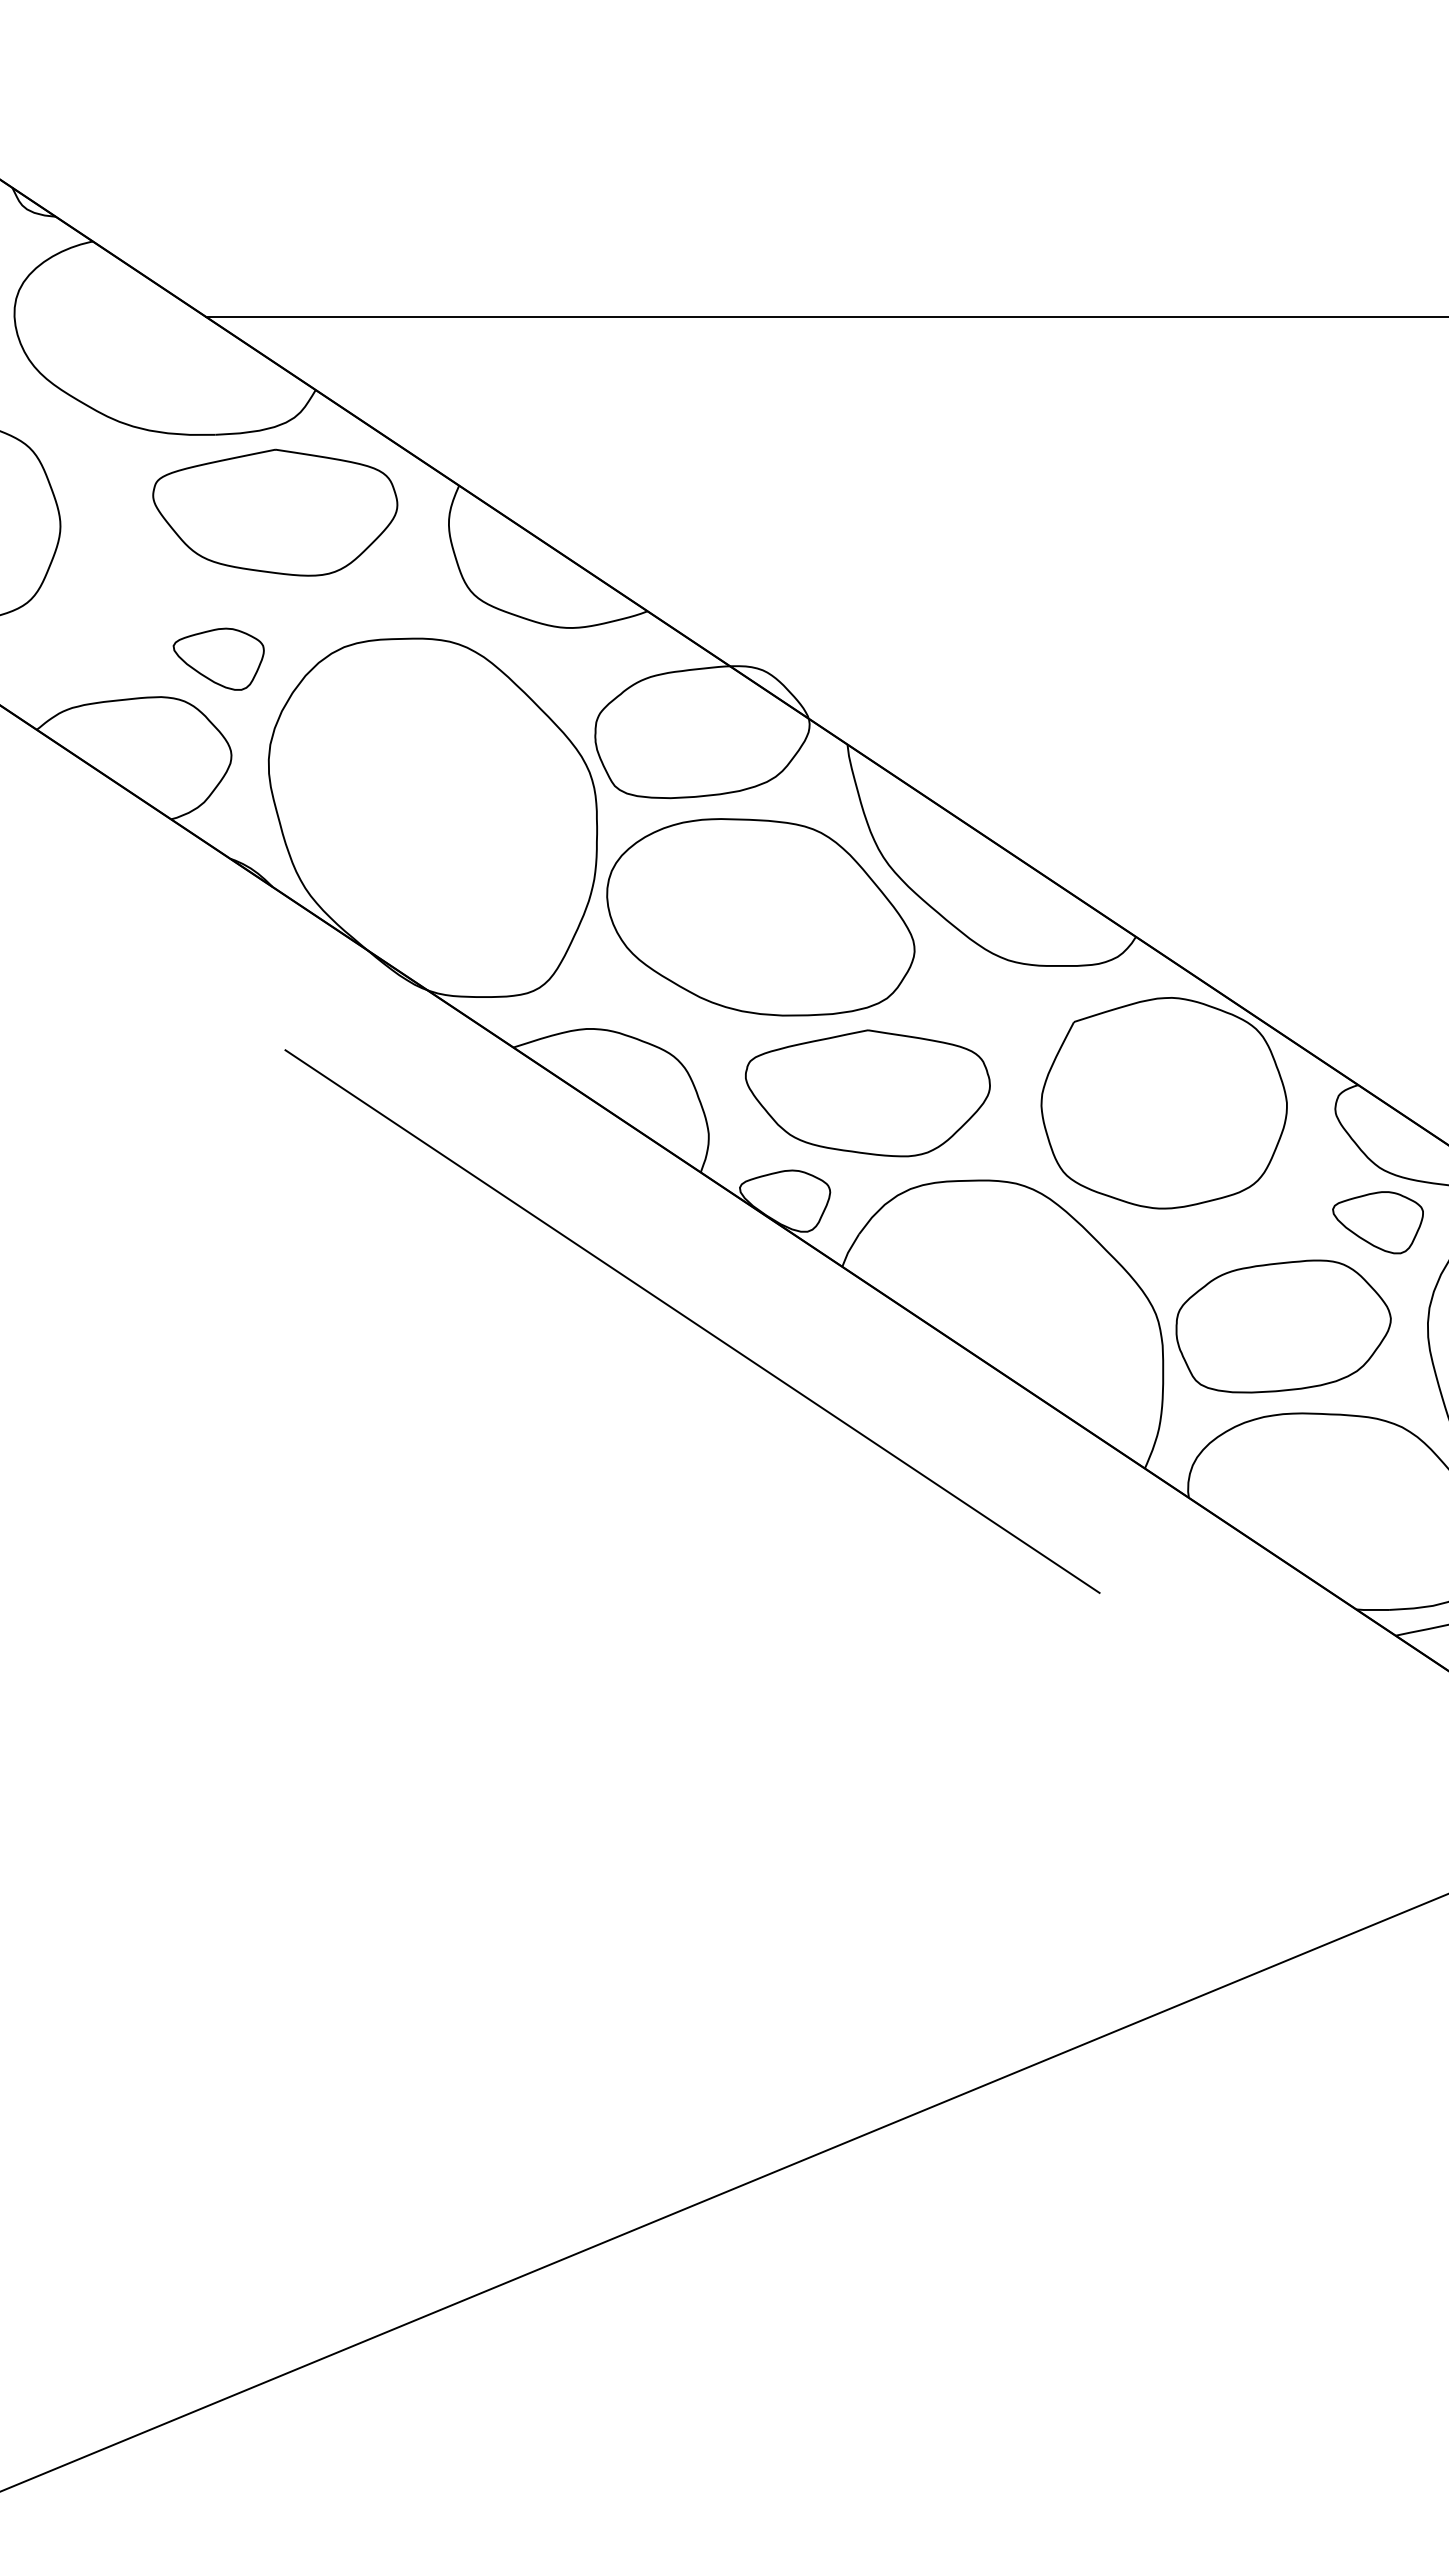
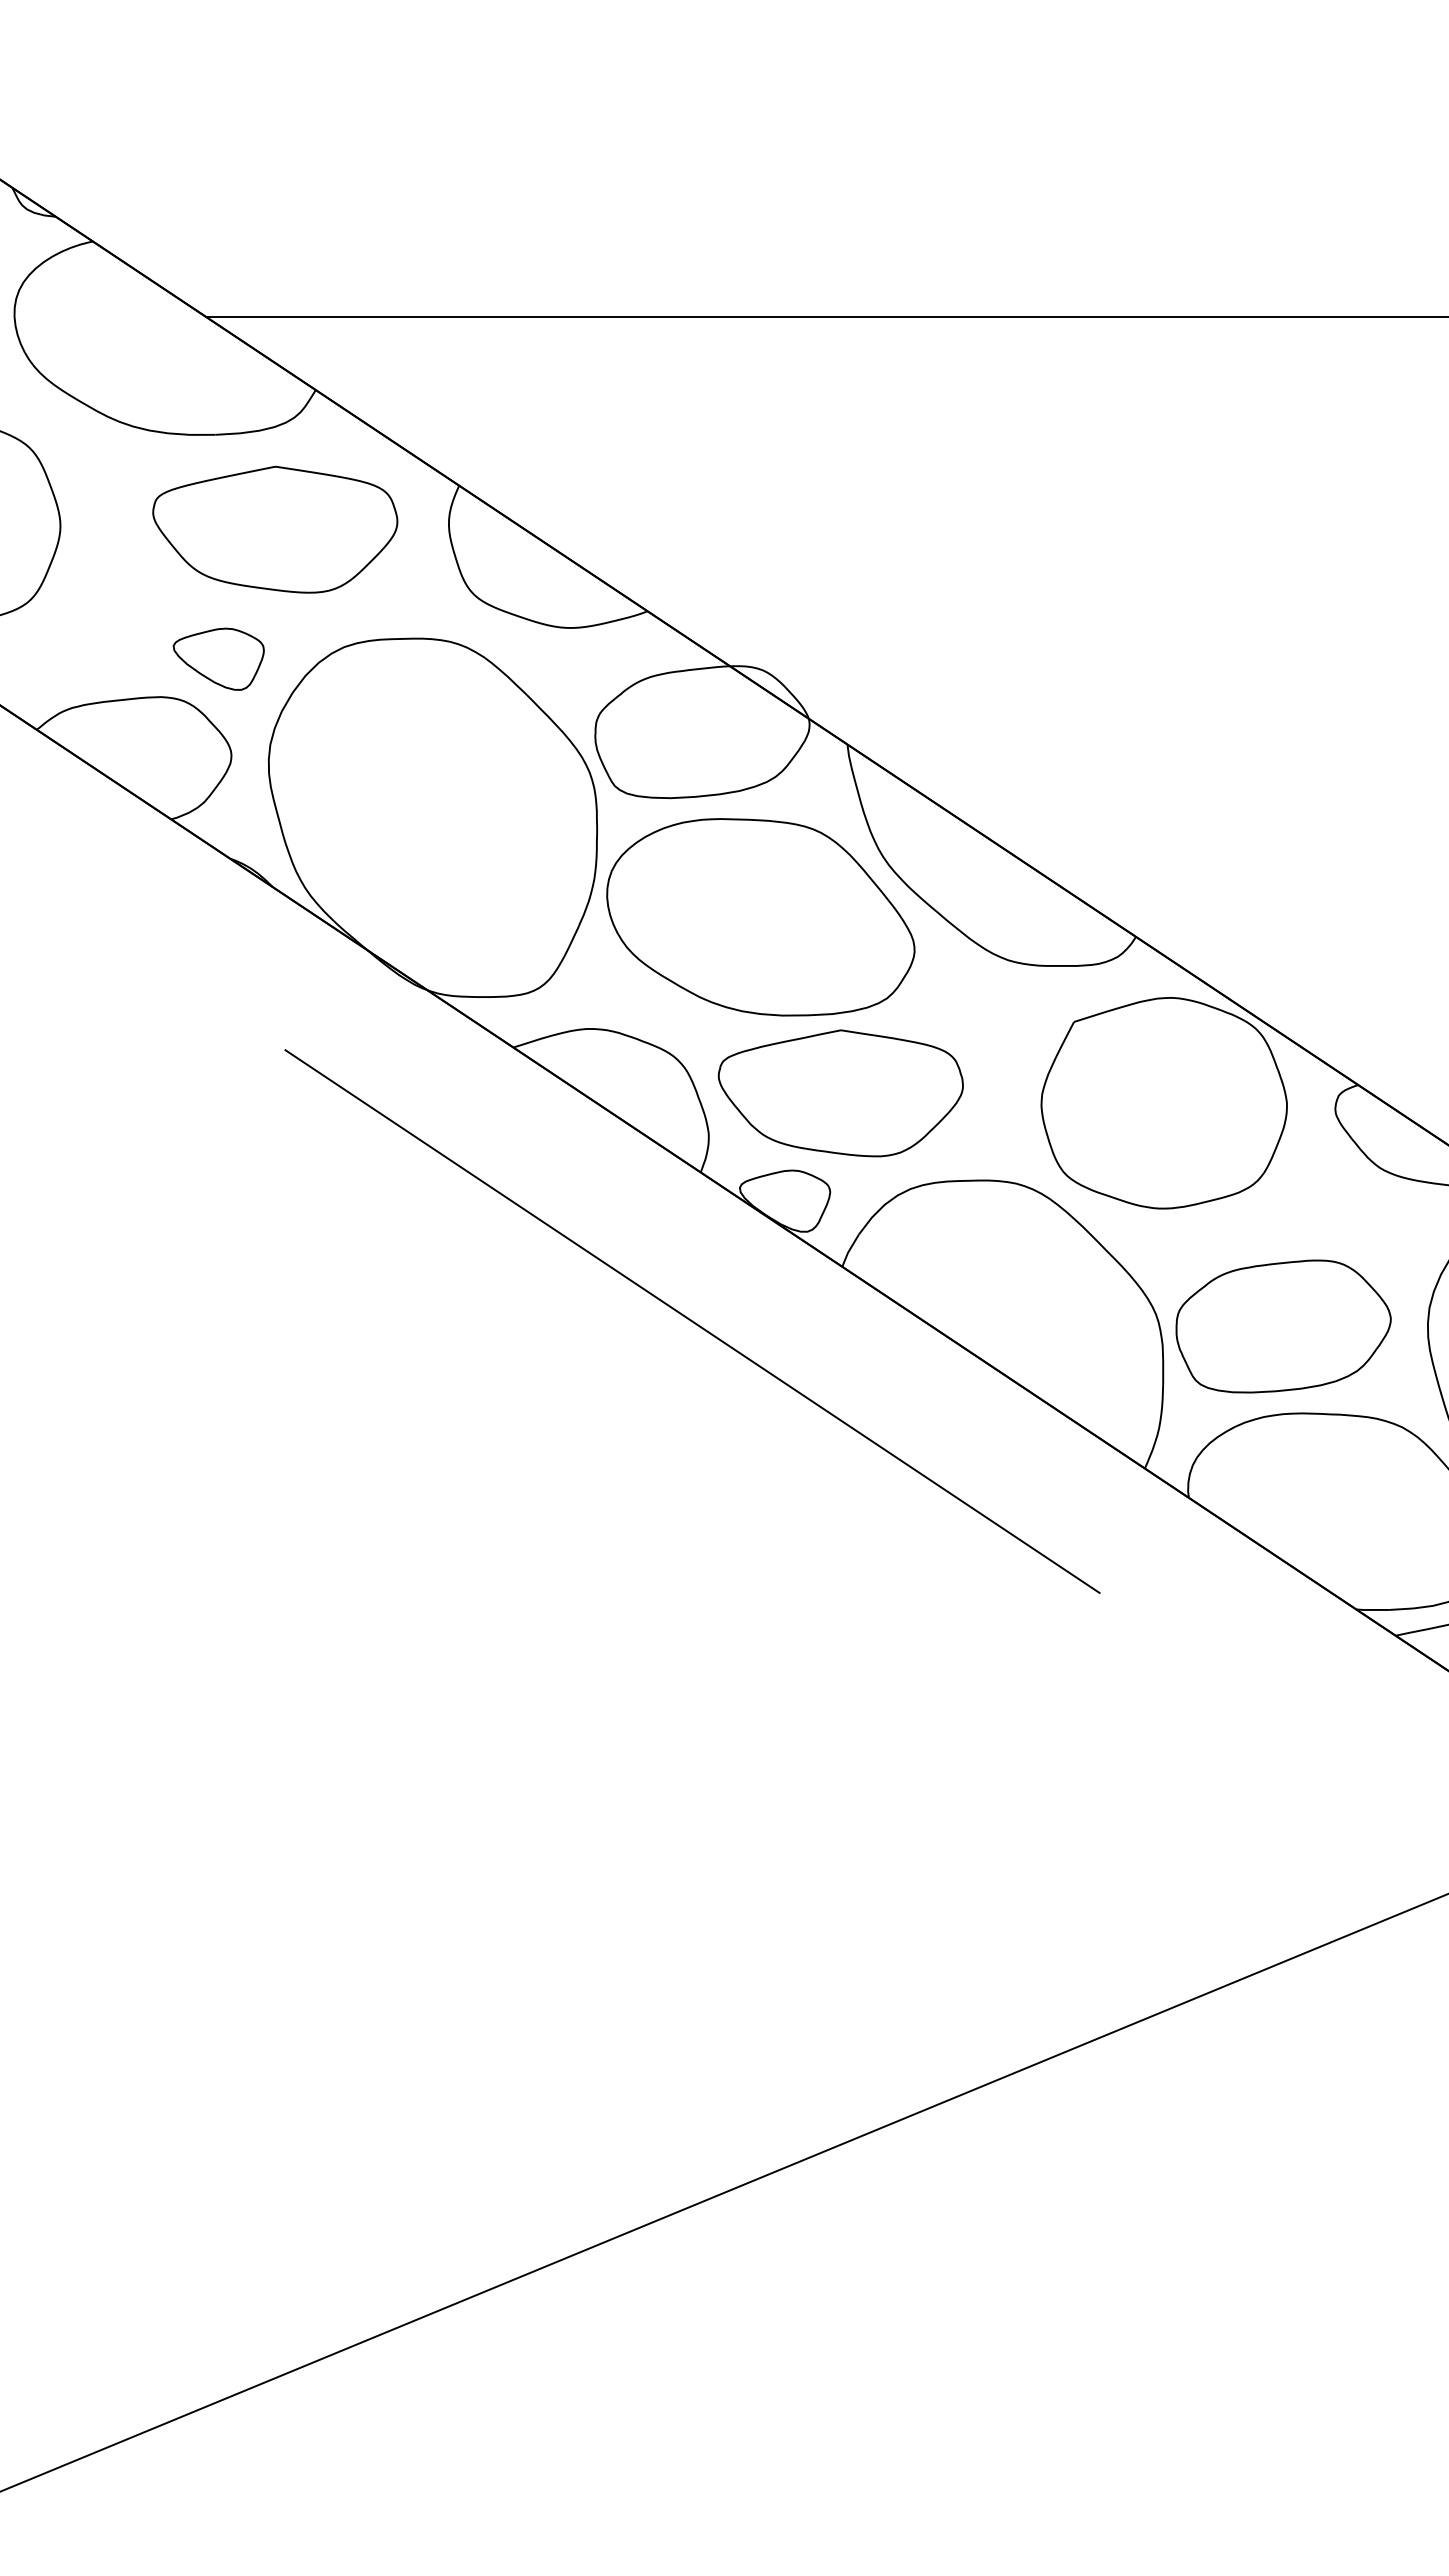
part at (275, 512) position: (275, 512) -> (275, 529)
part at (867, 1093) position: (867, 1093) -> (840, 1093)
part at (1377, 1222): present -> none
